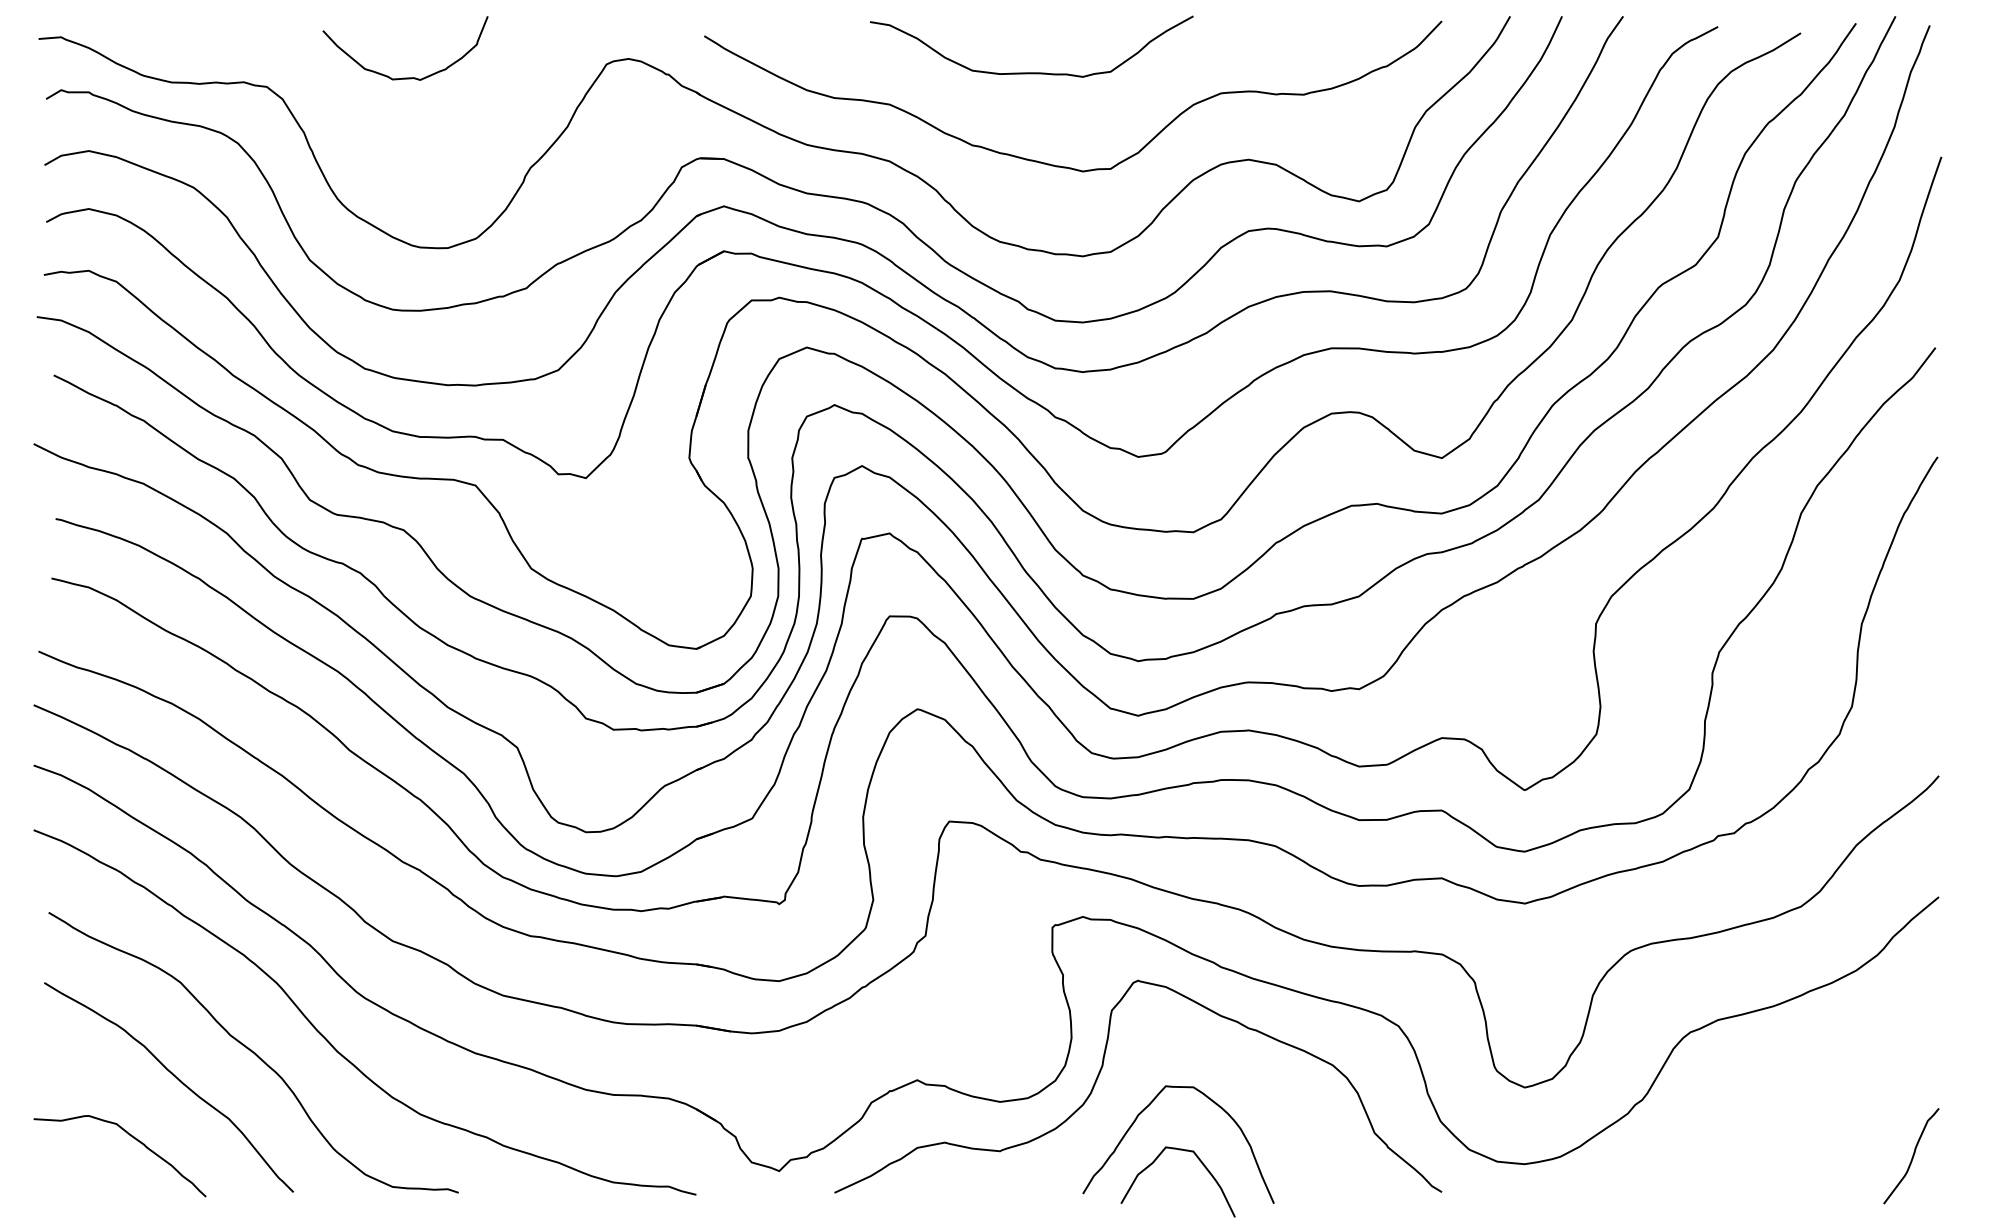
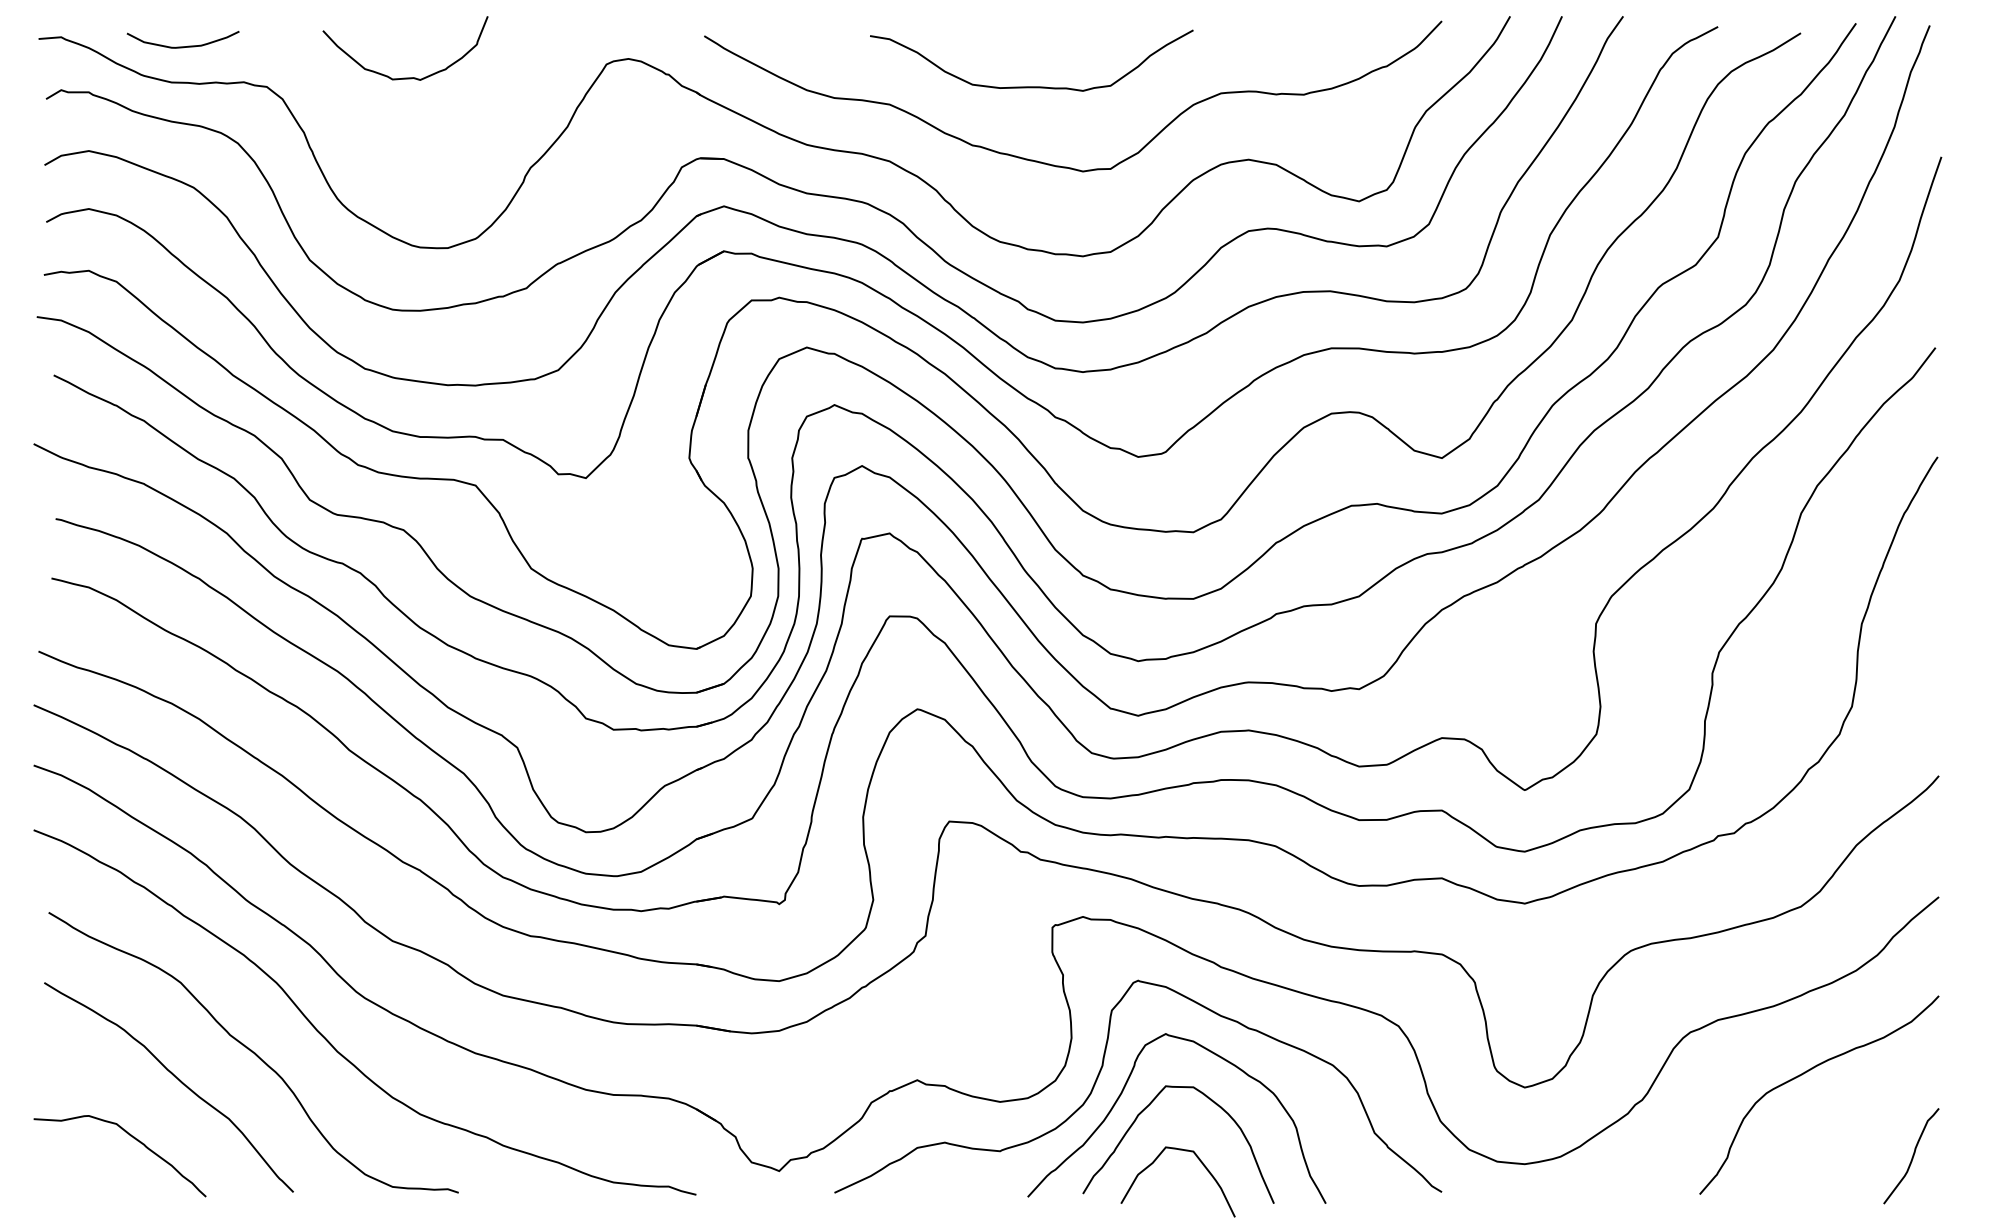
curve at (182, 46): none -> present
curve at (1031, 72) position: (1031, 72) -> (1031, 86)
curve at (1807, 1072): none -> present
curve at (1123, 1091): none -> present
